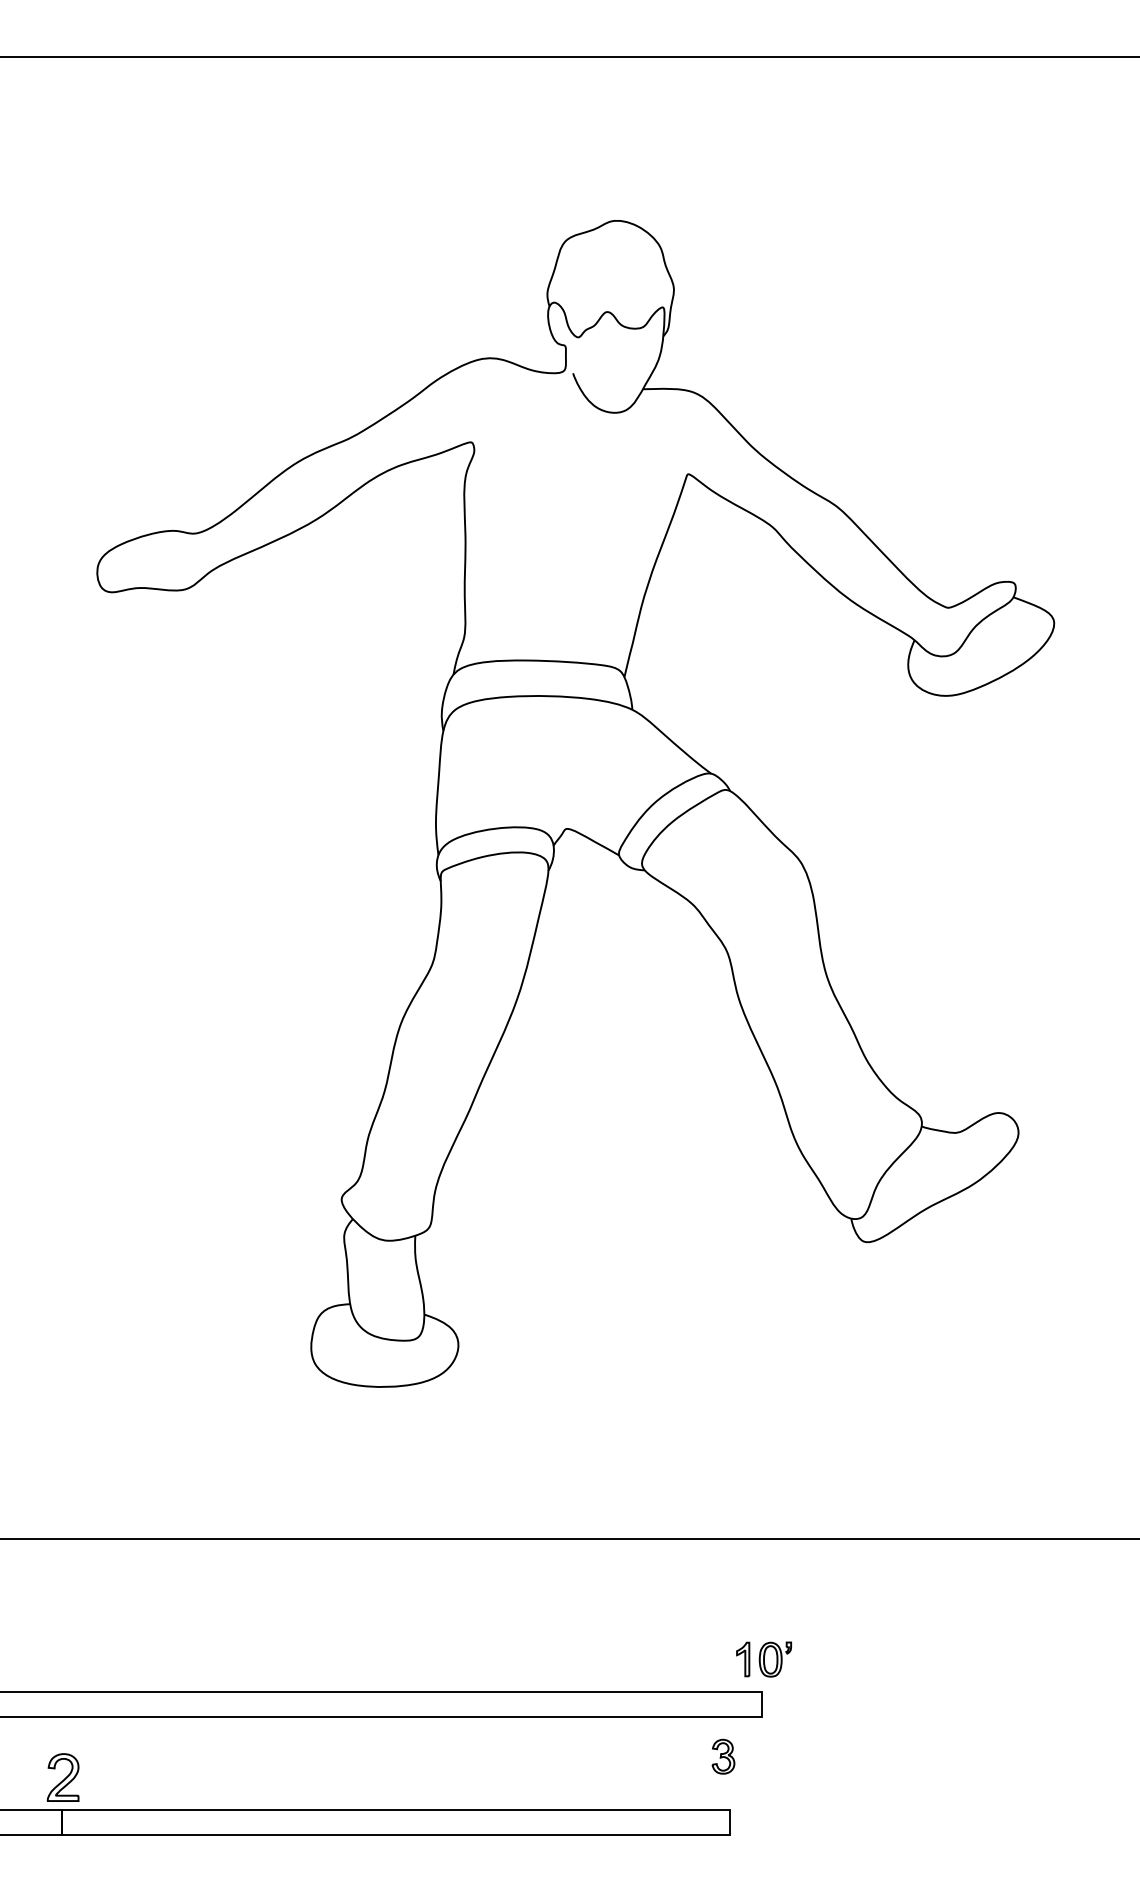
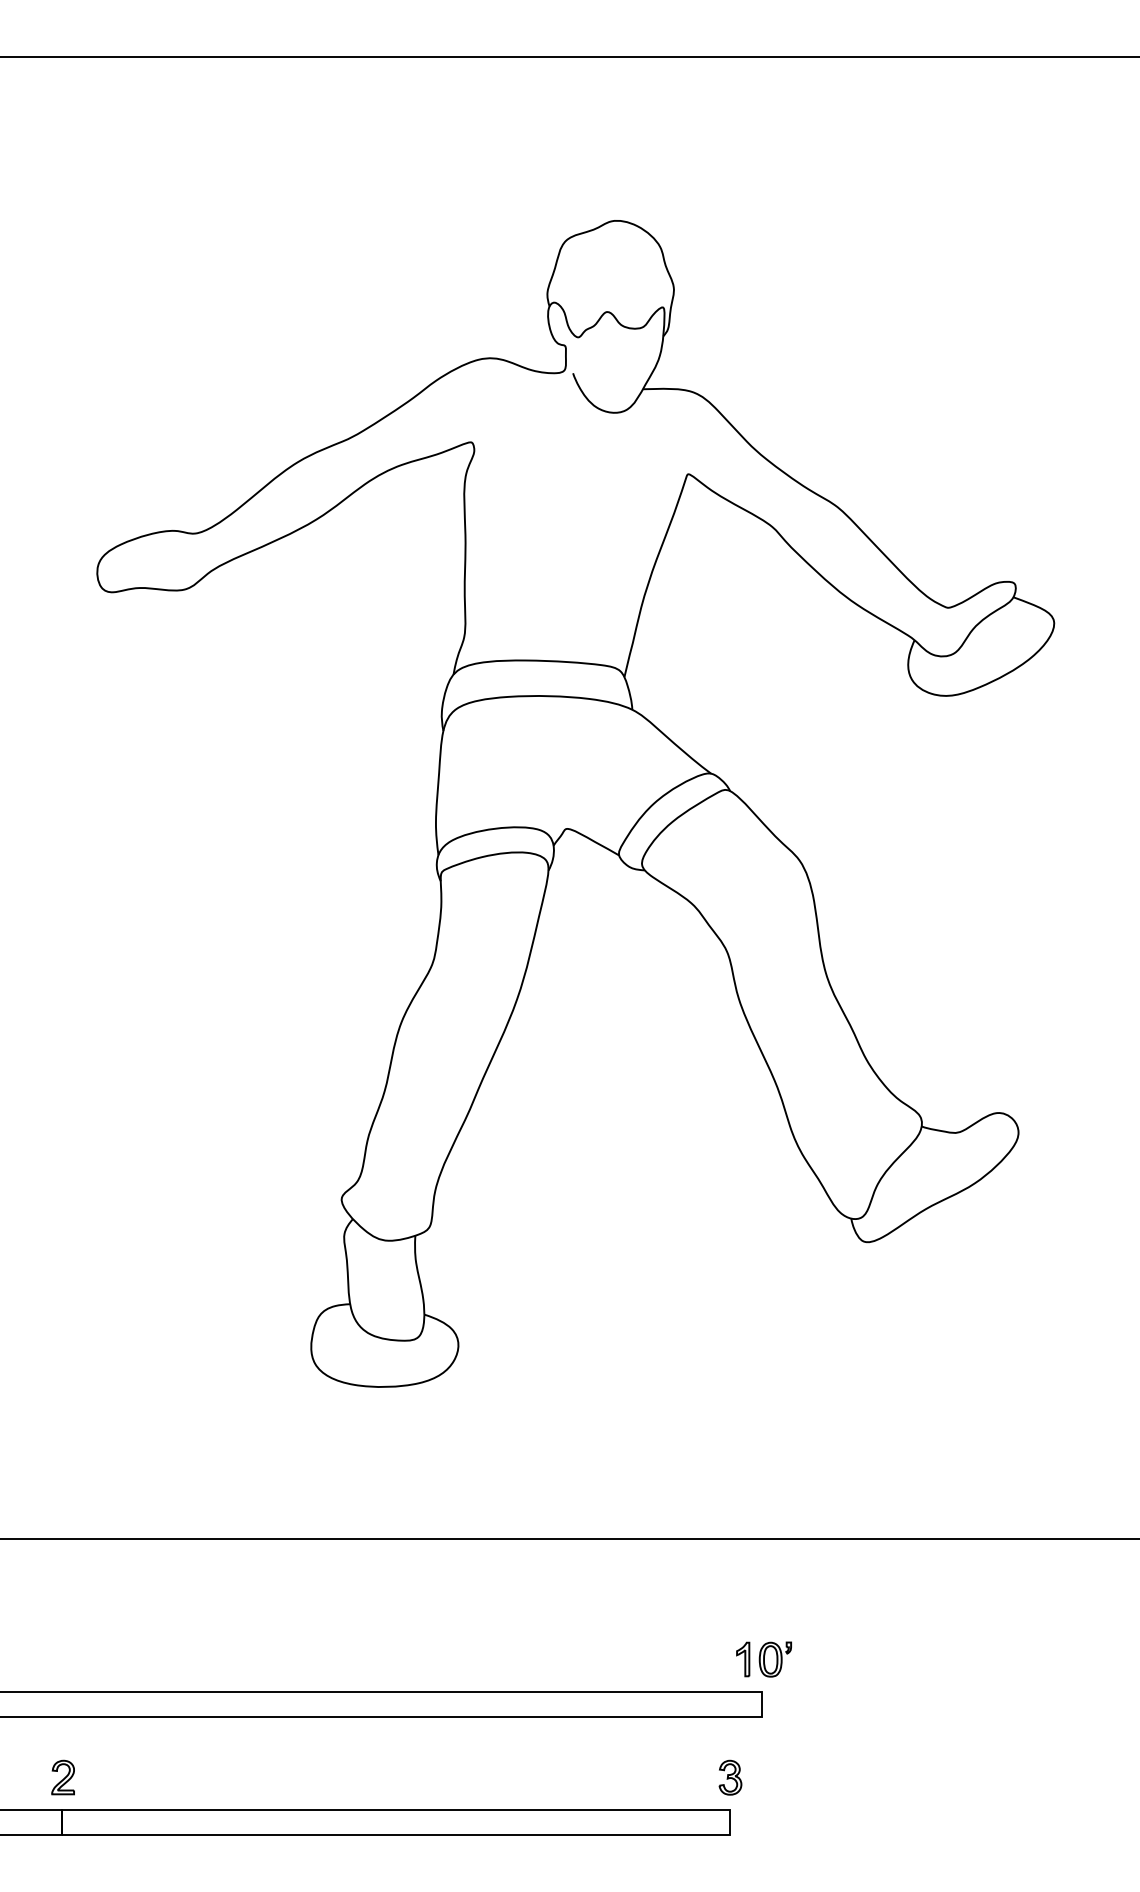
part at (723, 1756) position: (723, 1756) -> (730, 1777)
part at (62, 1777) size: 34x49 px -> 24x37 px
